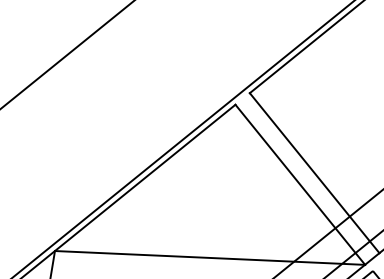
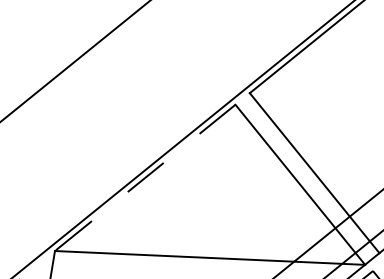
line at (67, 54) position: (67, 54) -> (75, 61)
line at (128, 191): solid -> dashed
